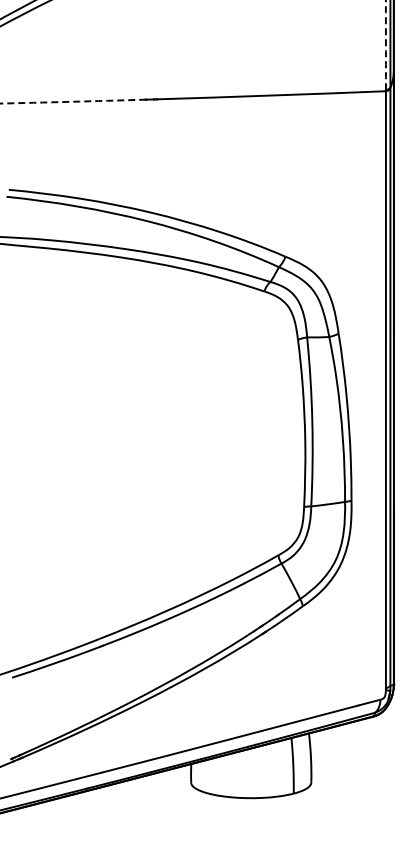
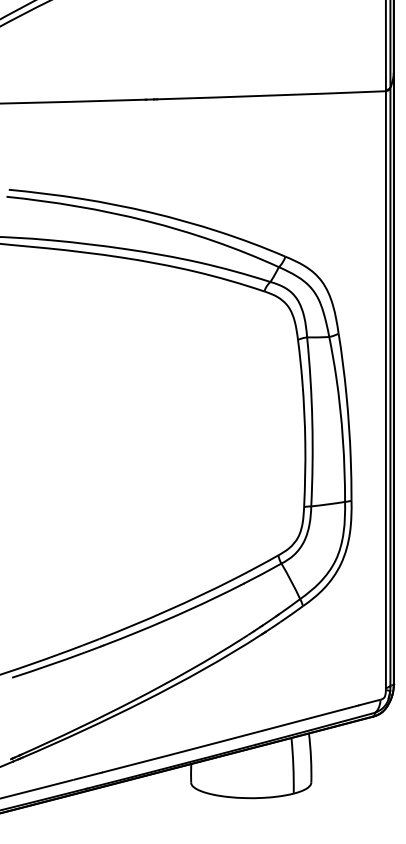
arc at (385, 44): dashed -> solid
arc at (72, 101): dashed -> solid
